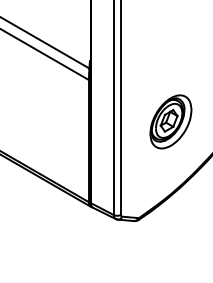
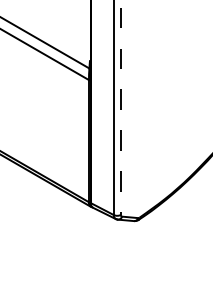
line at (120, 108): solid -> dashed
part at (170, 121): present -> none
